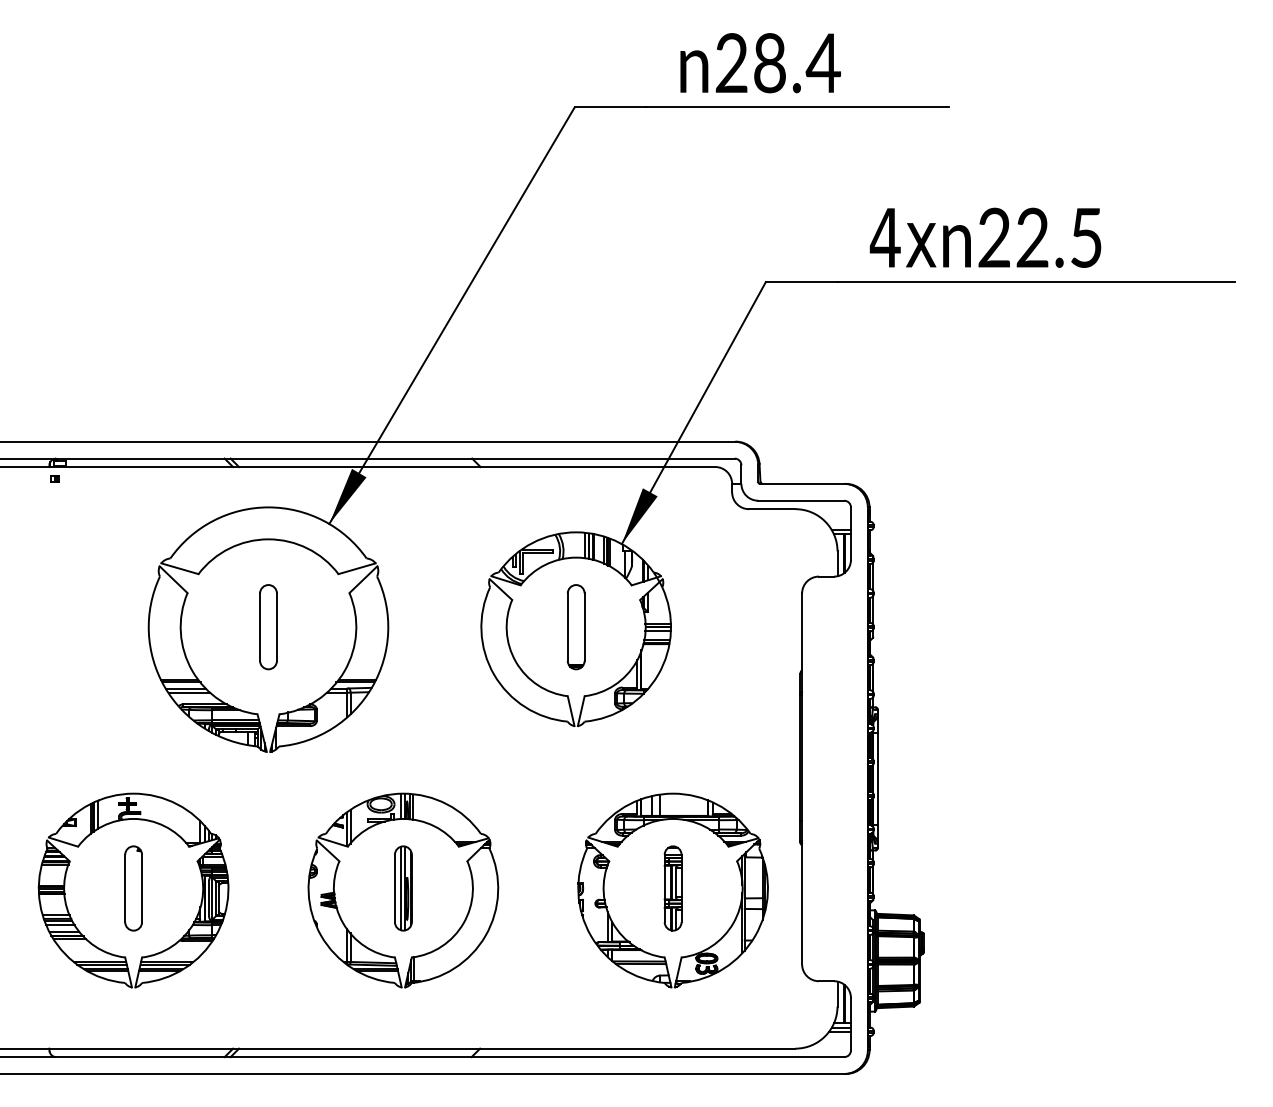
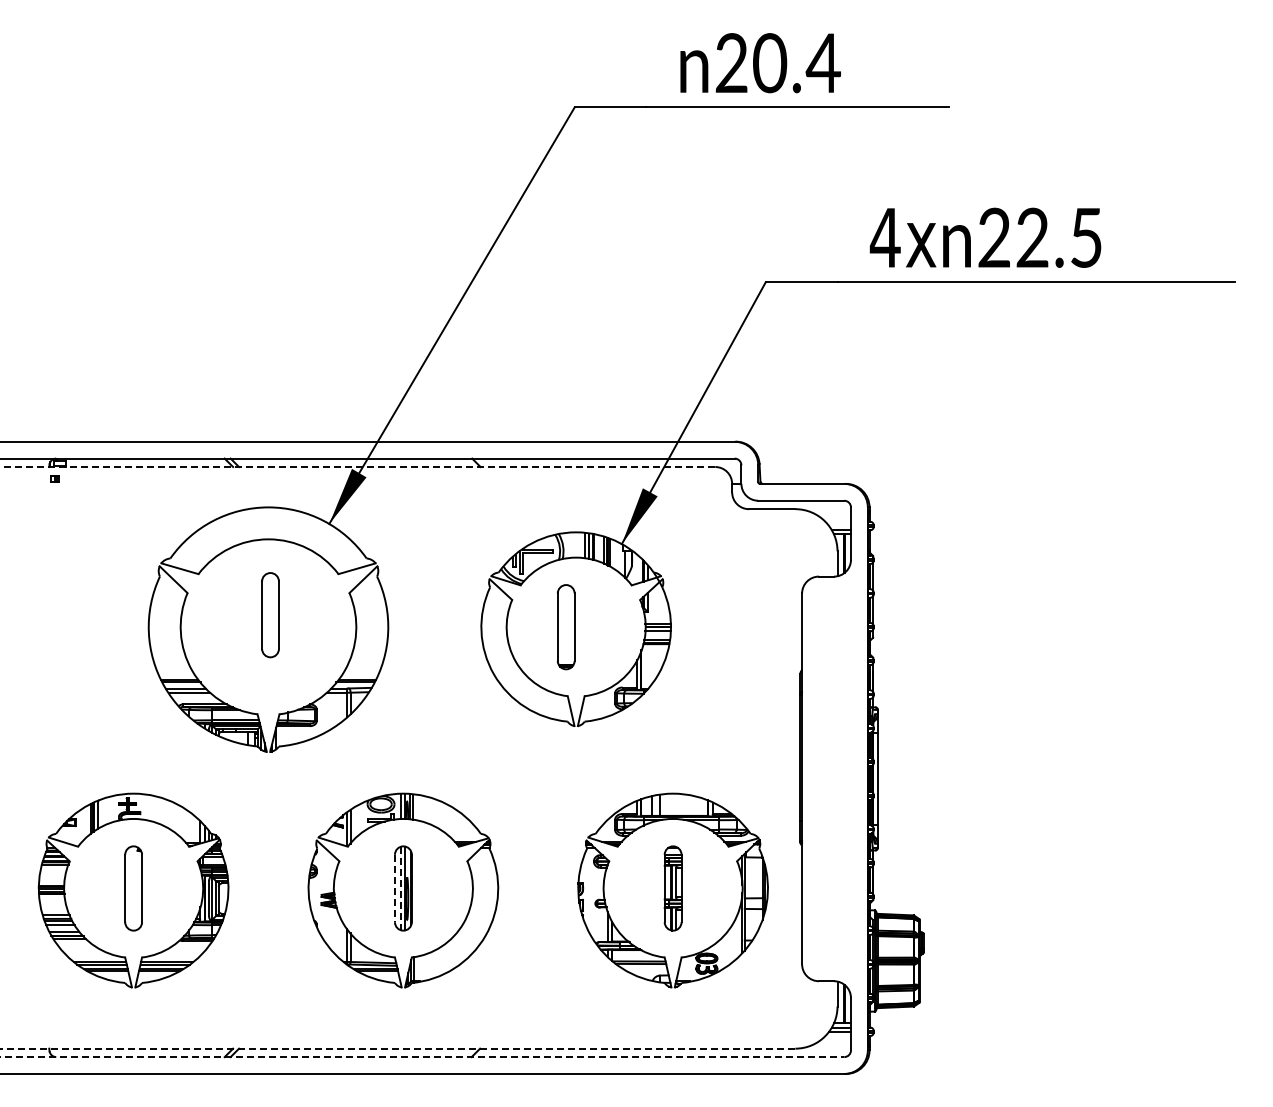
text at (770, 63): 28.4 -> 20.4
line at (357, 467): solid -> dashed
part at (268, 627) position: (268, 627) -> (270, 615)
part at (575, 627) position: (575, 627) -> (565, 627)
line at (394, 888): solid -> dashed
line at (400, 888): solid -> dashed
line at (397, 1048): solid -> dashed
line at (422, 1057): solid -> dashed
